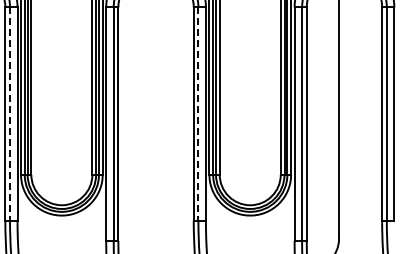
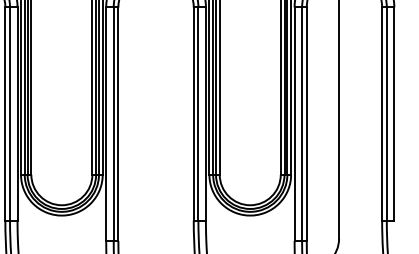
line at (10, 114): dashed -> solid
line at (198, 114): dashed -> solid
